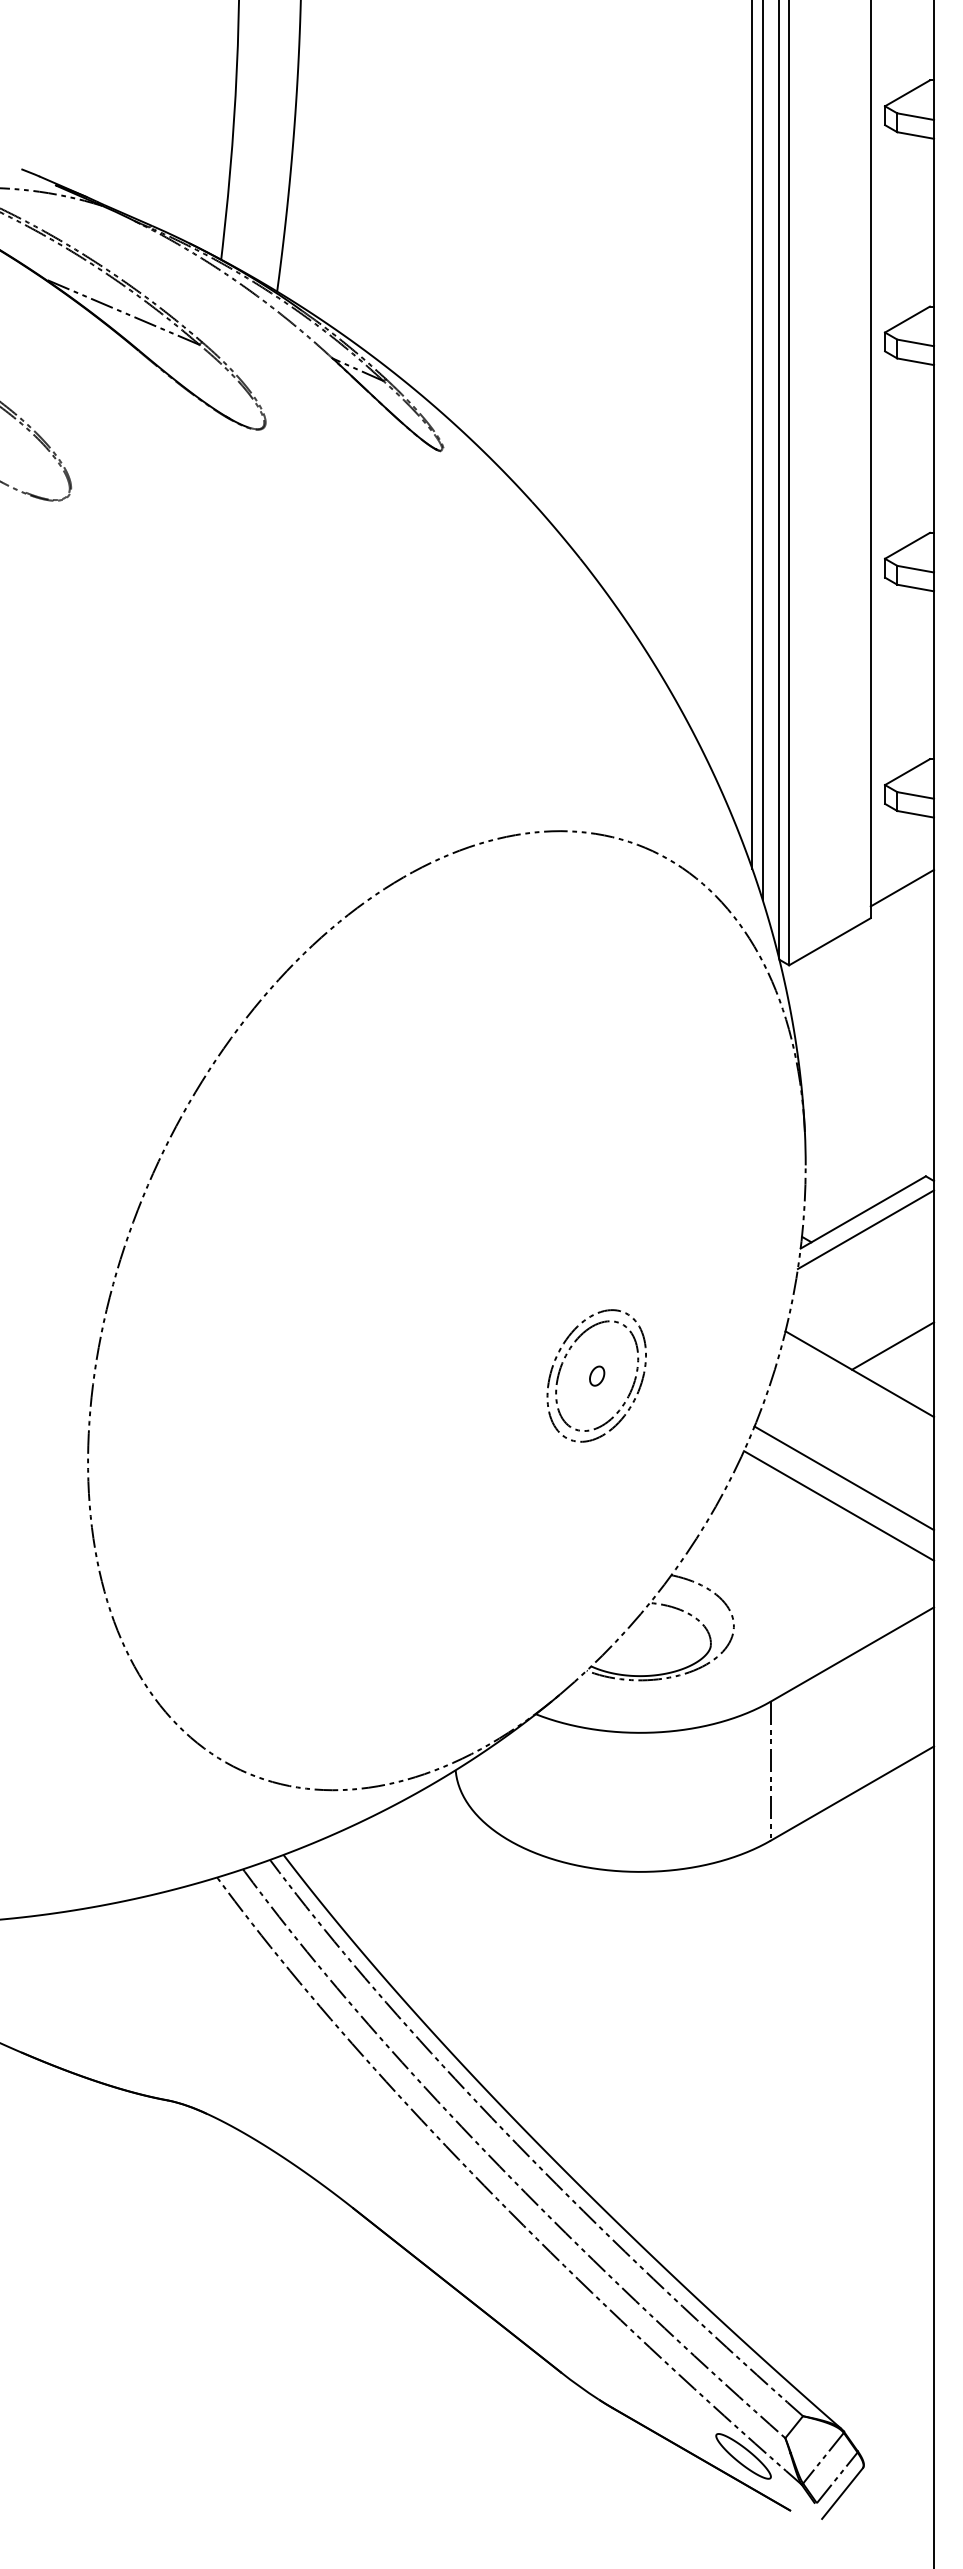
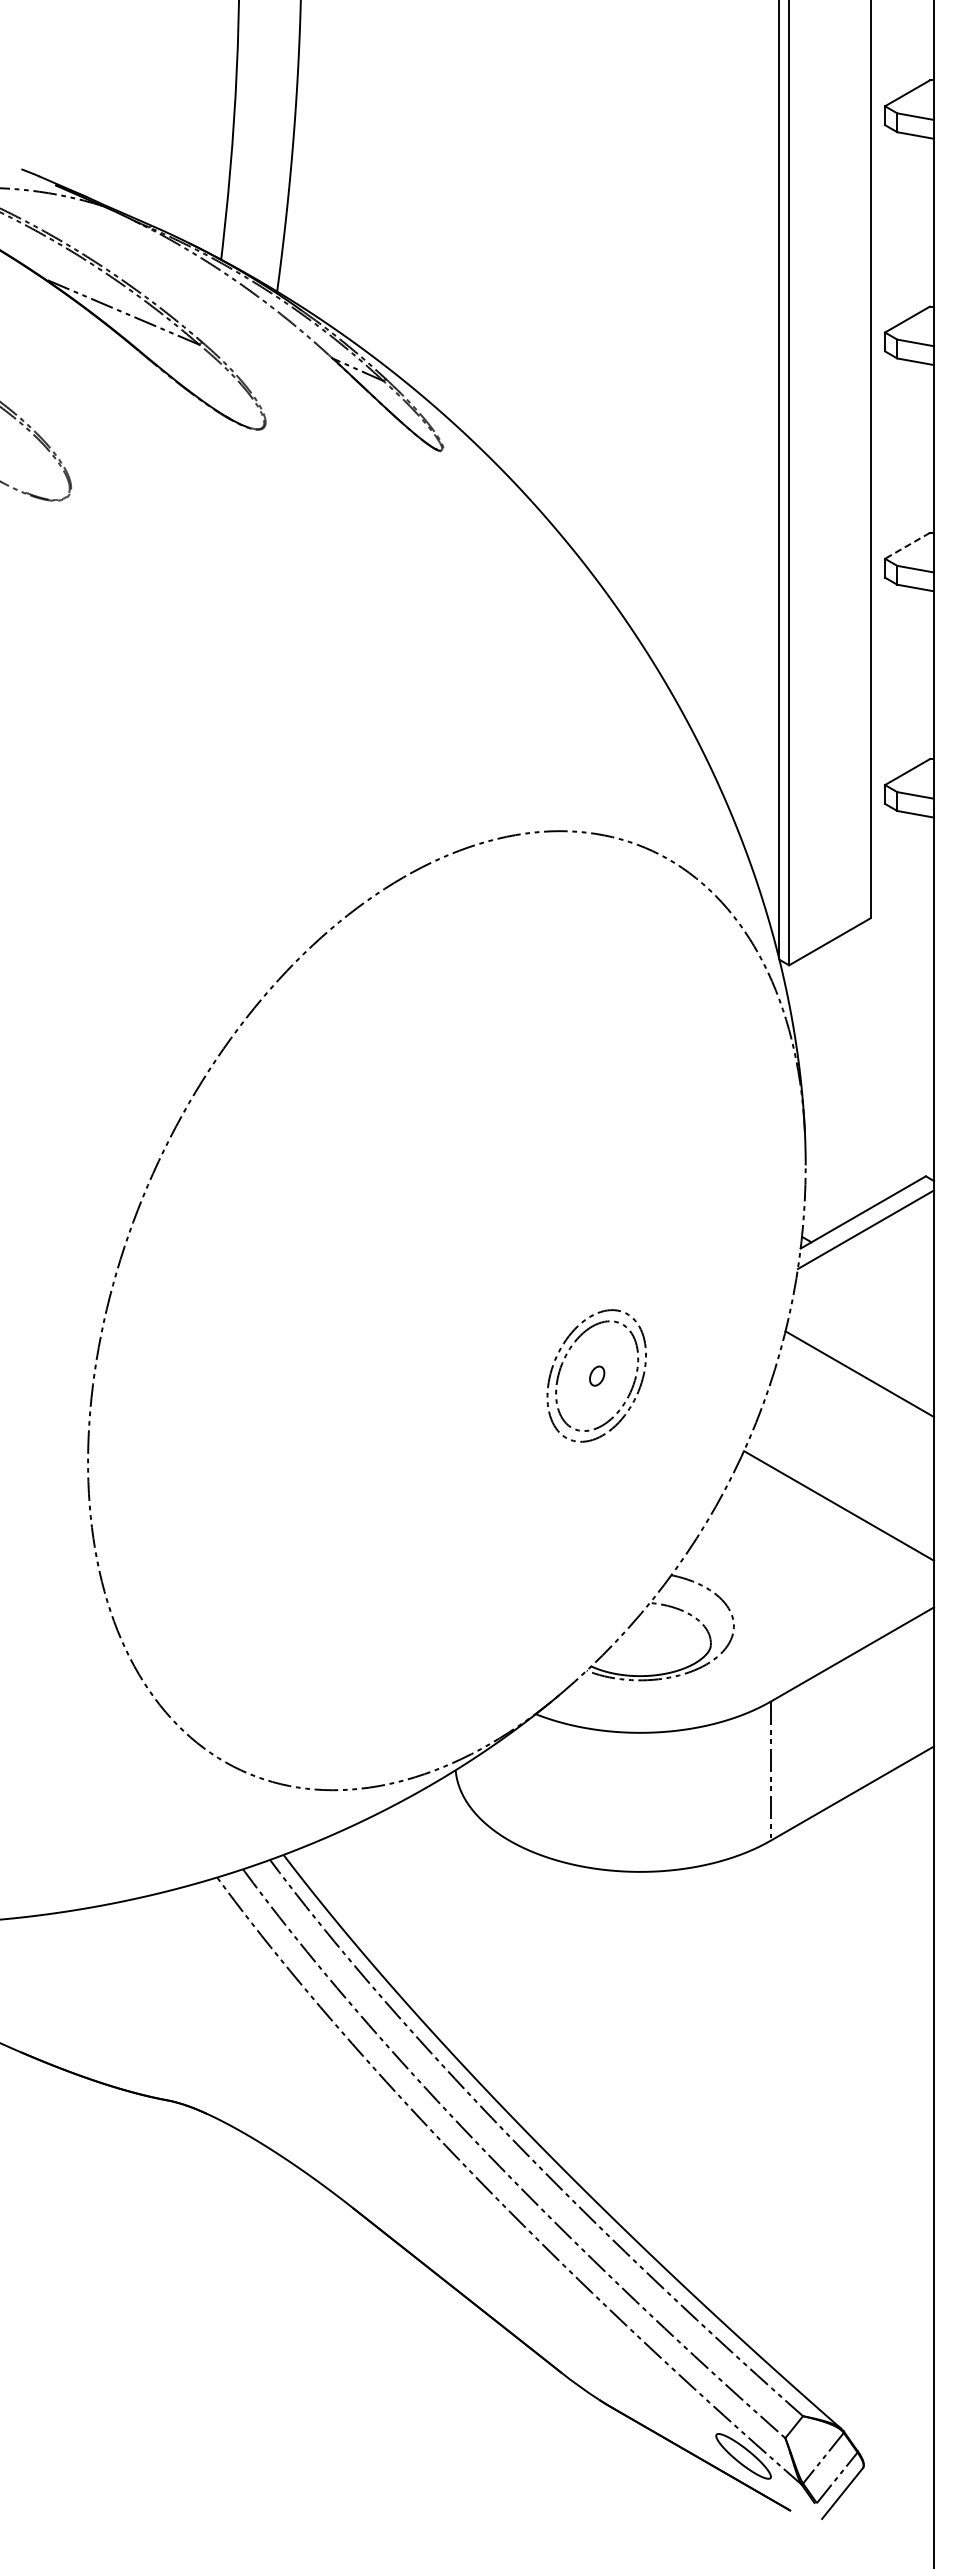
line at (752, 435): present -> none
line at (762, 450): present -> none
line at (907, 545): solid -> dashed
line at (902, 887): present -> none
line at (893, 1345): present -> none
line at (844, 1478): present -> none
